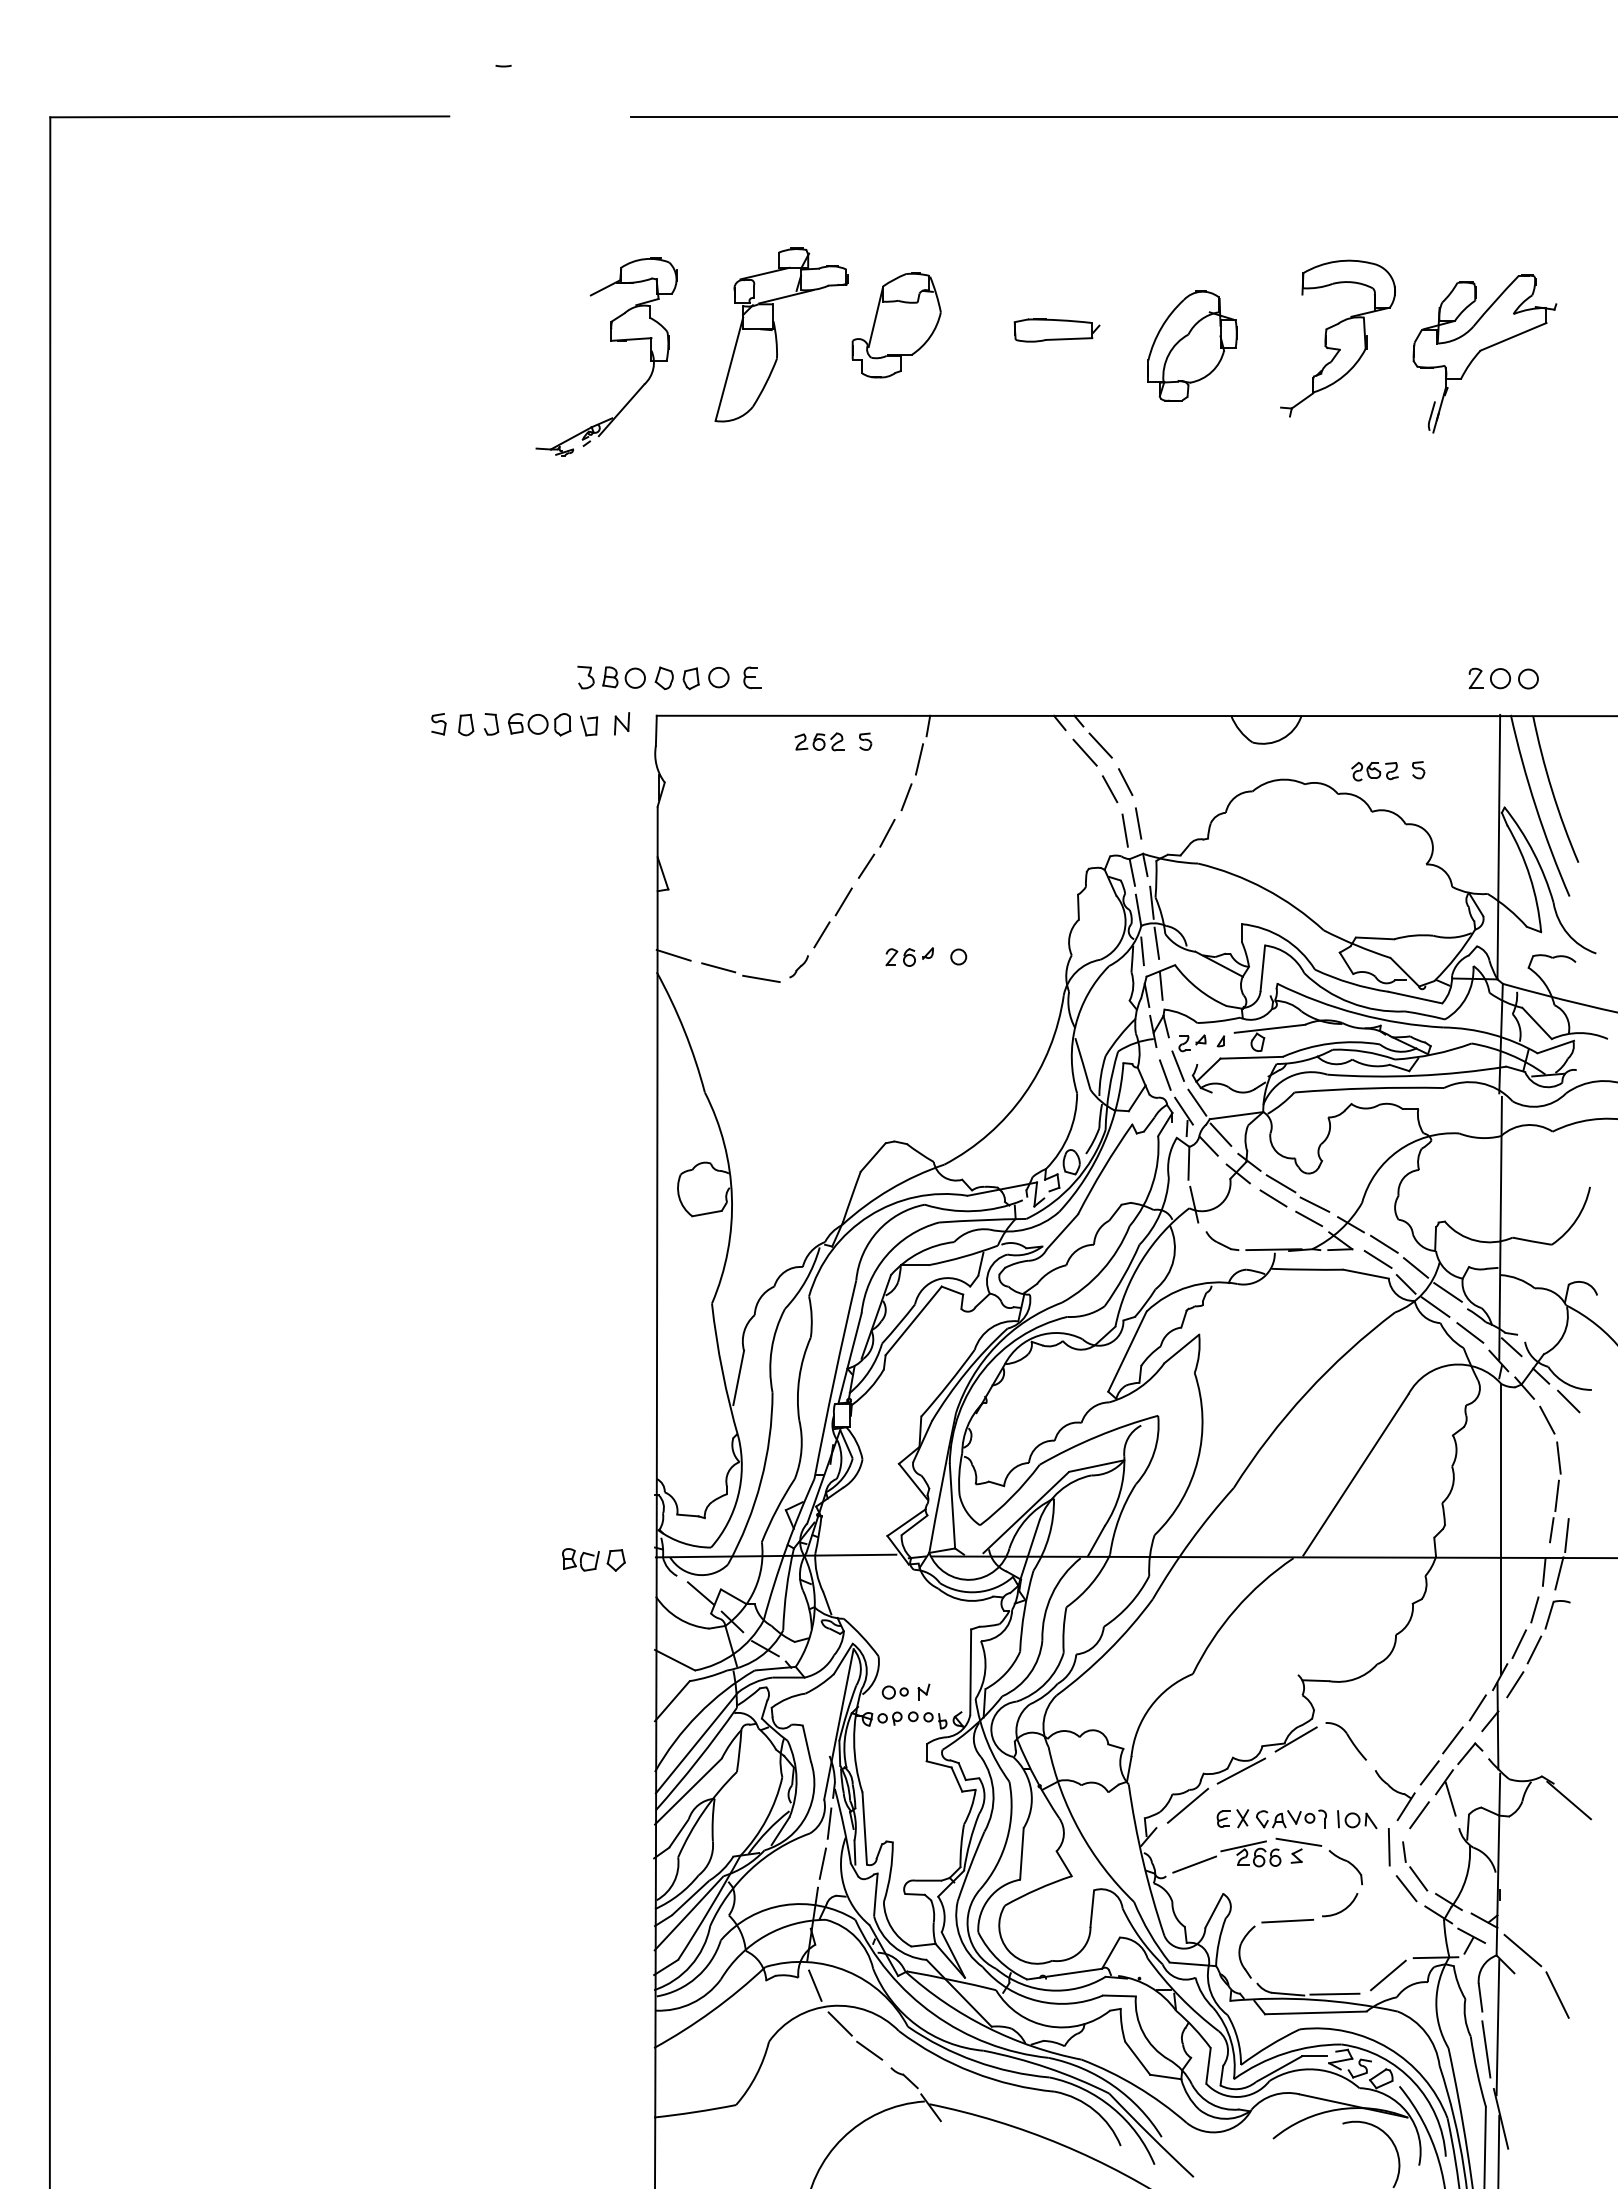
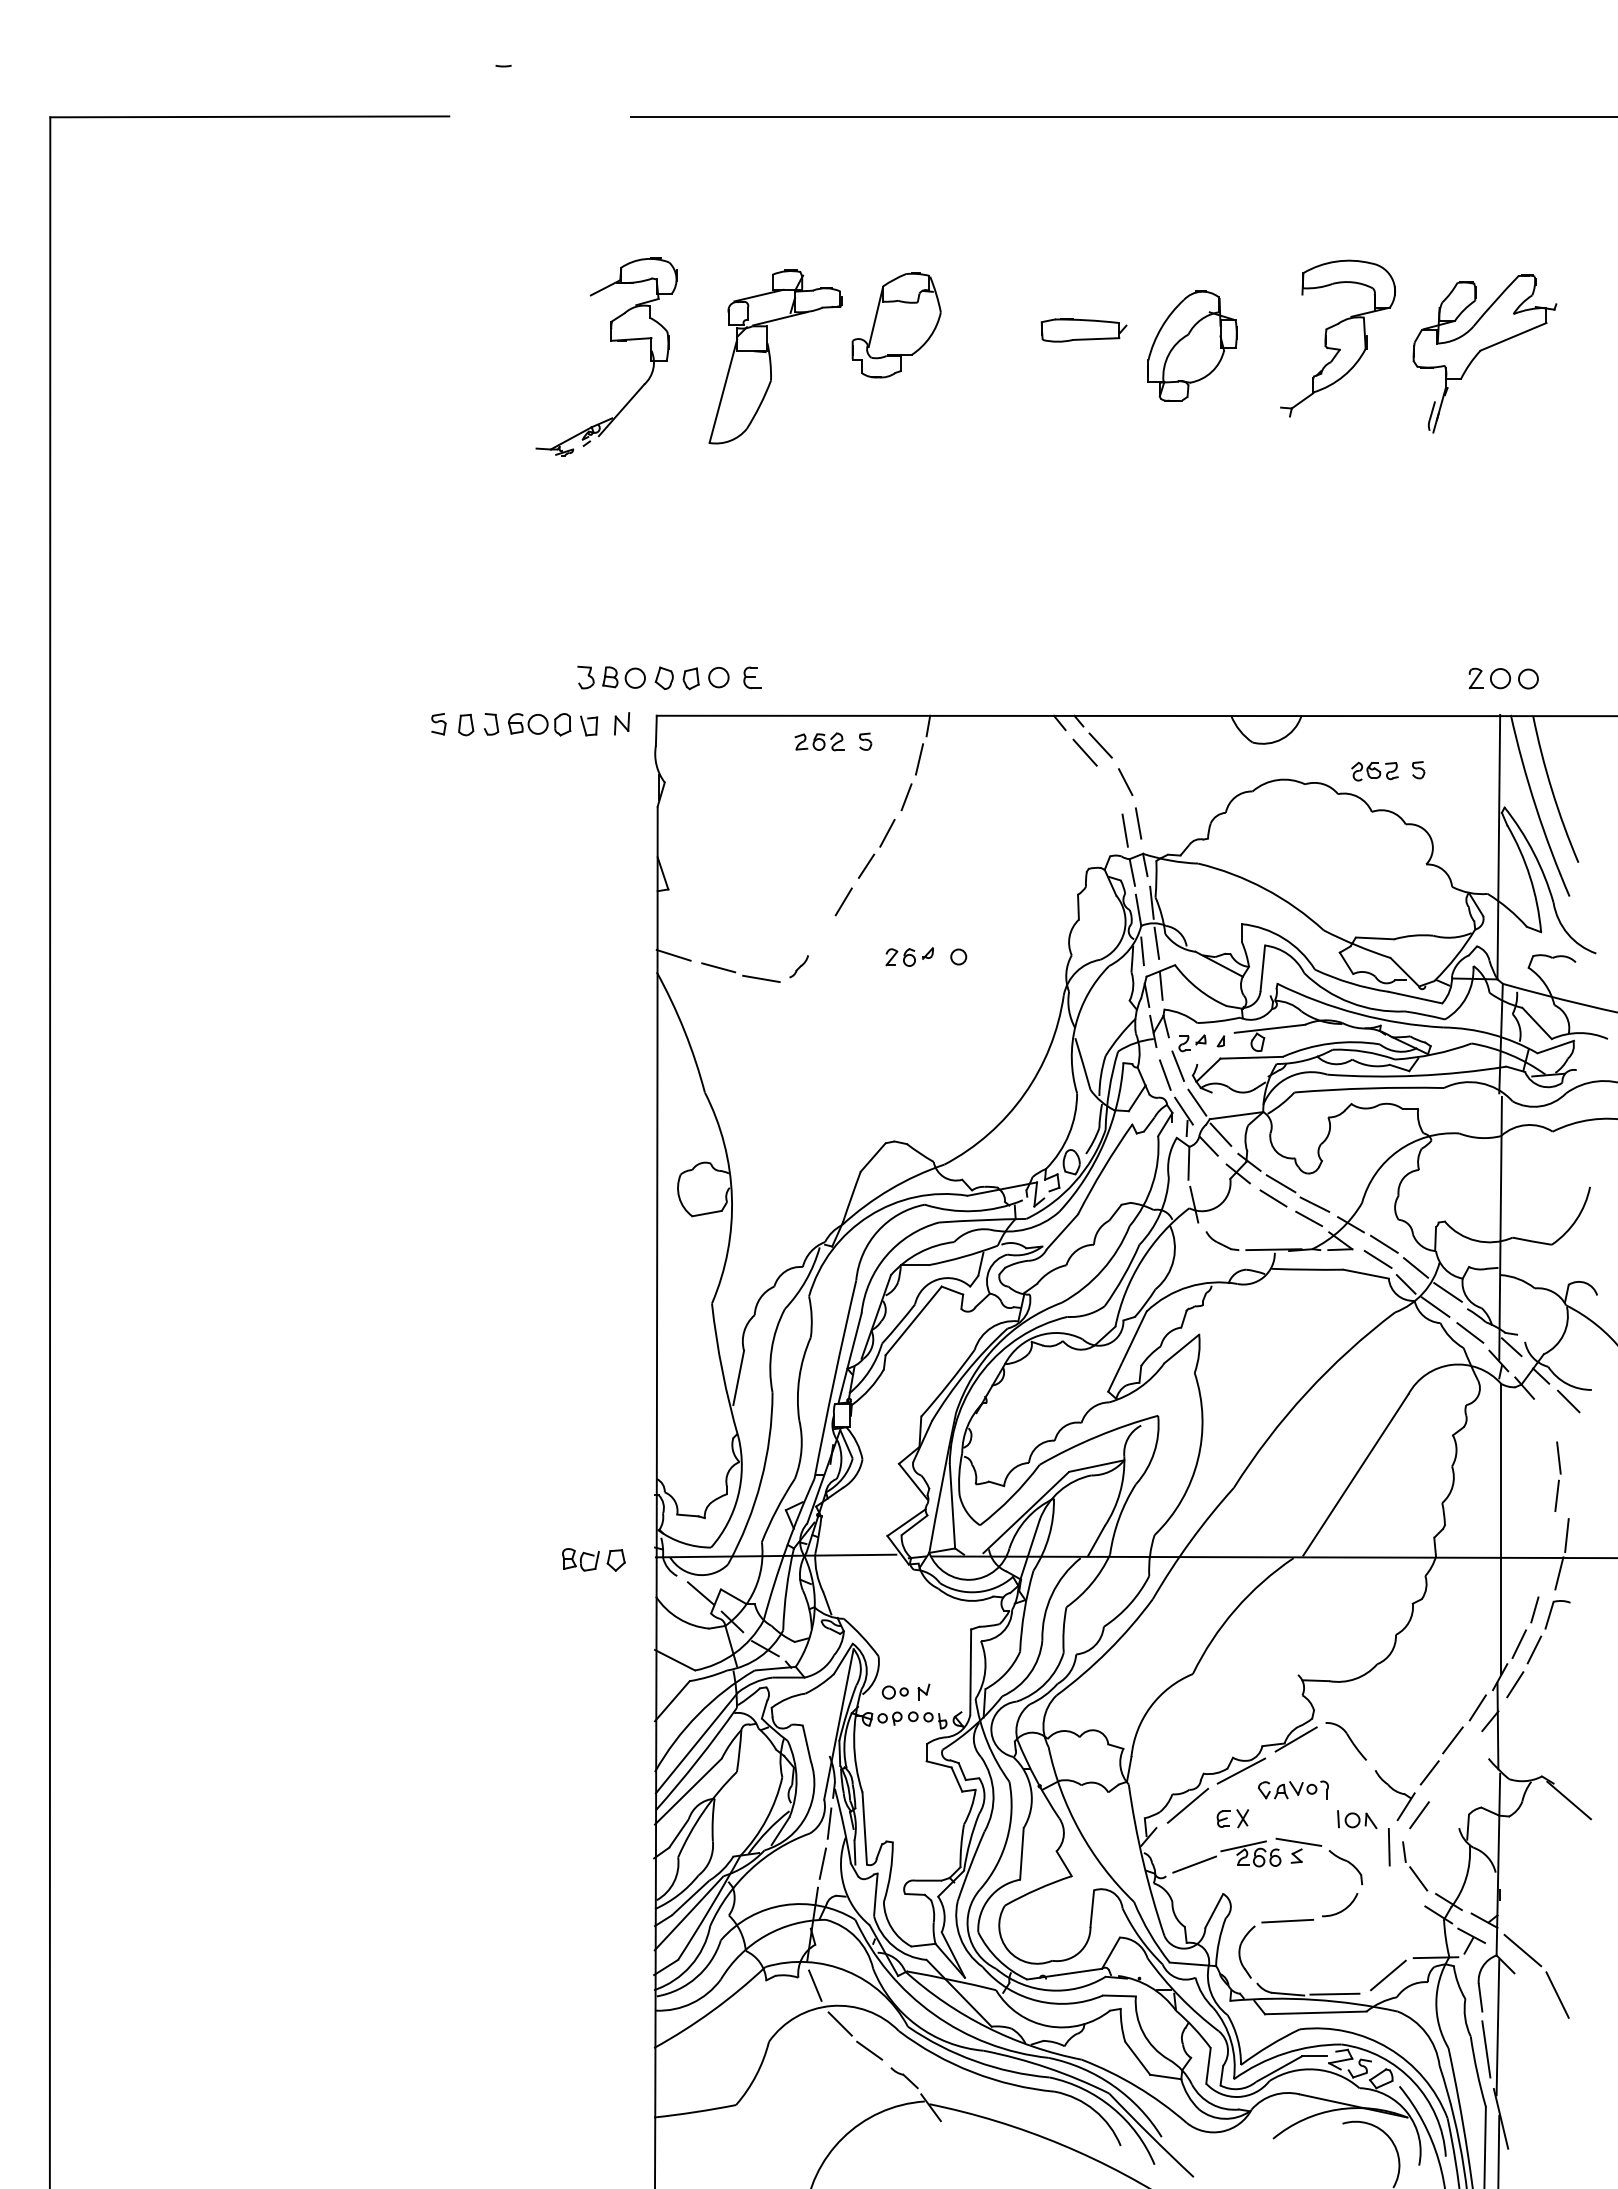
part at (1056, 330) position: (1056, 330) -> (1083, 330)
part at (781, 334) position: (781, 334) -> (775, 356)
line at (1110, 789): present -> none
line at (821, 934): present -> none
line at (1547, 1419): present -> none
line at (1551, 1530): present -> none
line at (1543, 1571): present -> none
part at (1451, 1774): present -> none
part at (1291, 1818) position: (1291, 1818) -> (1293, 1789)
line at (1406, 1888): present -> none
